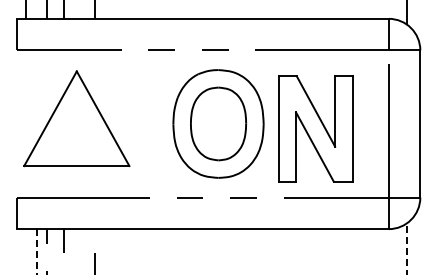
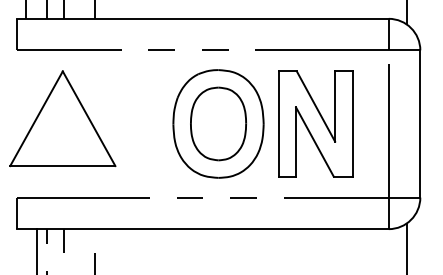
part at (76, 118) position: (76, 118) -> (62, 118)
part at (315, 128) position: (315, 128) -> (315, 123)
line at (406, 248): dashed -> solid
line at (36, 251): dashed -> solid
